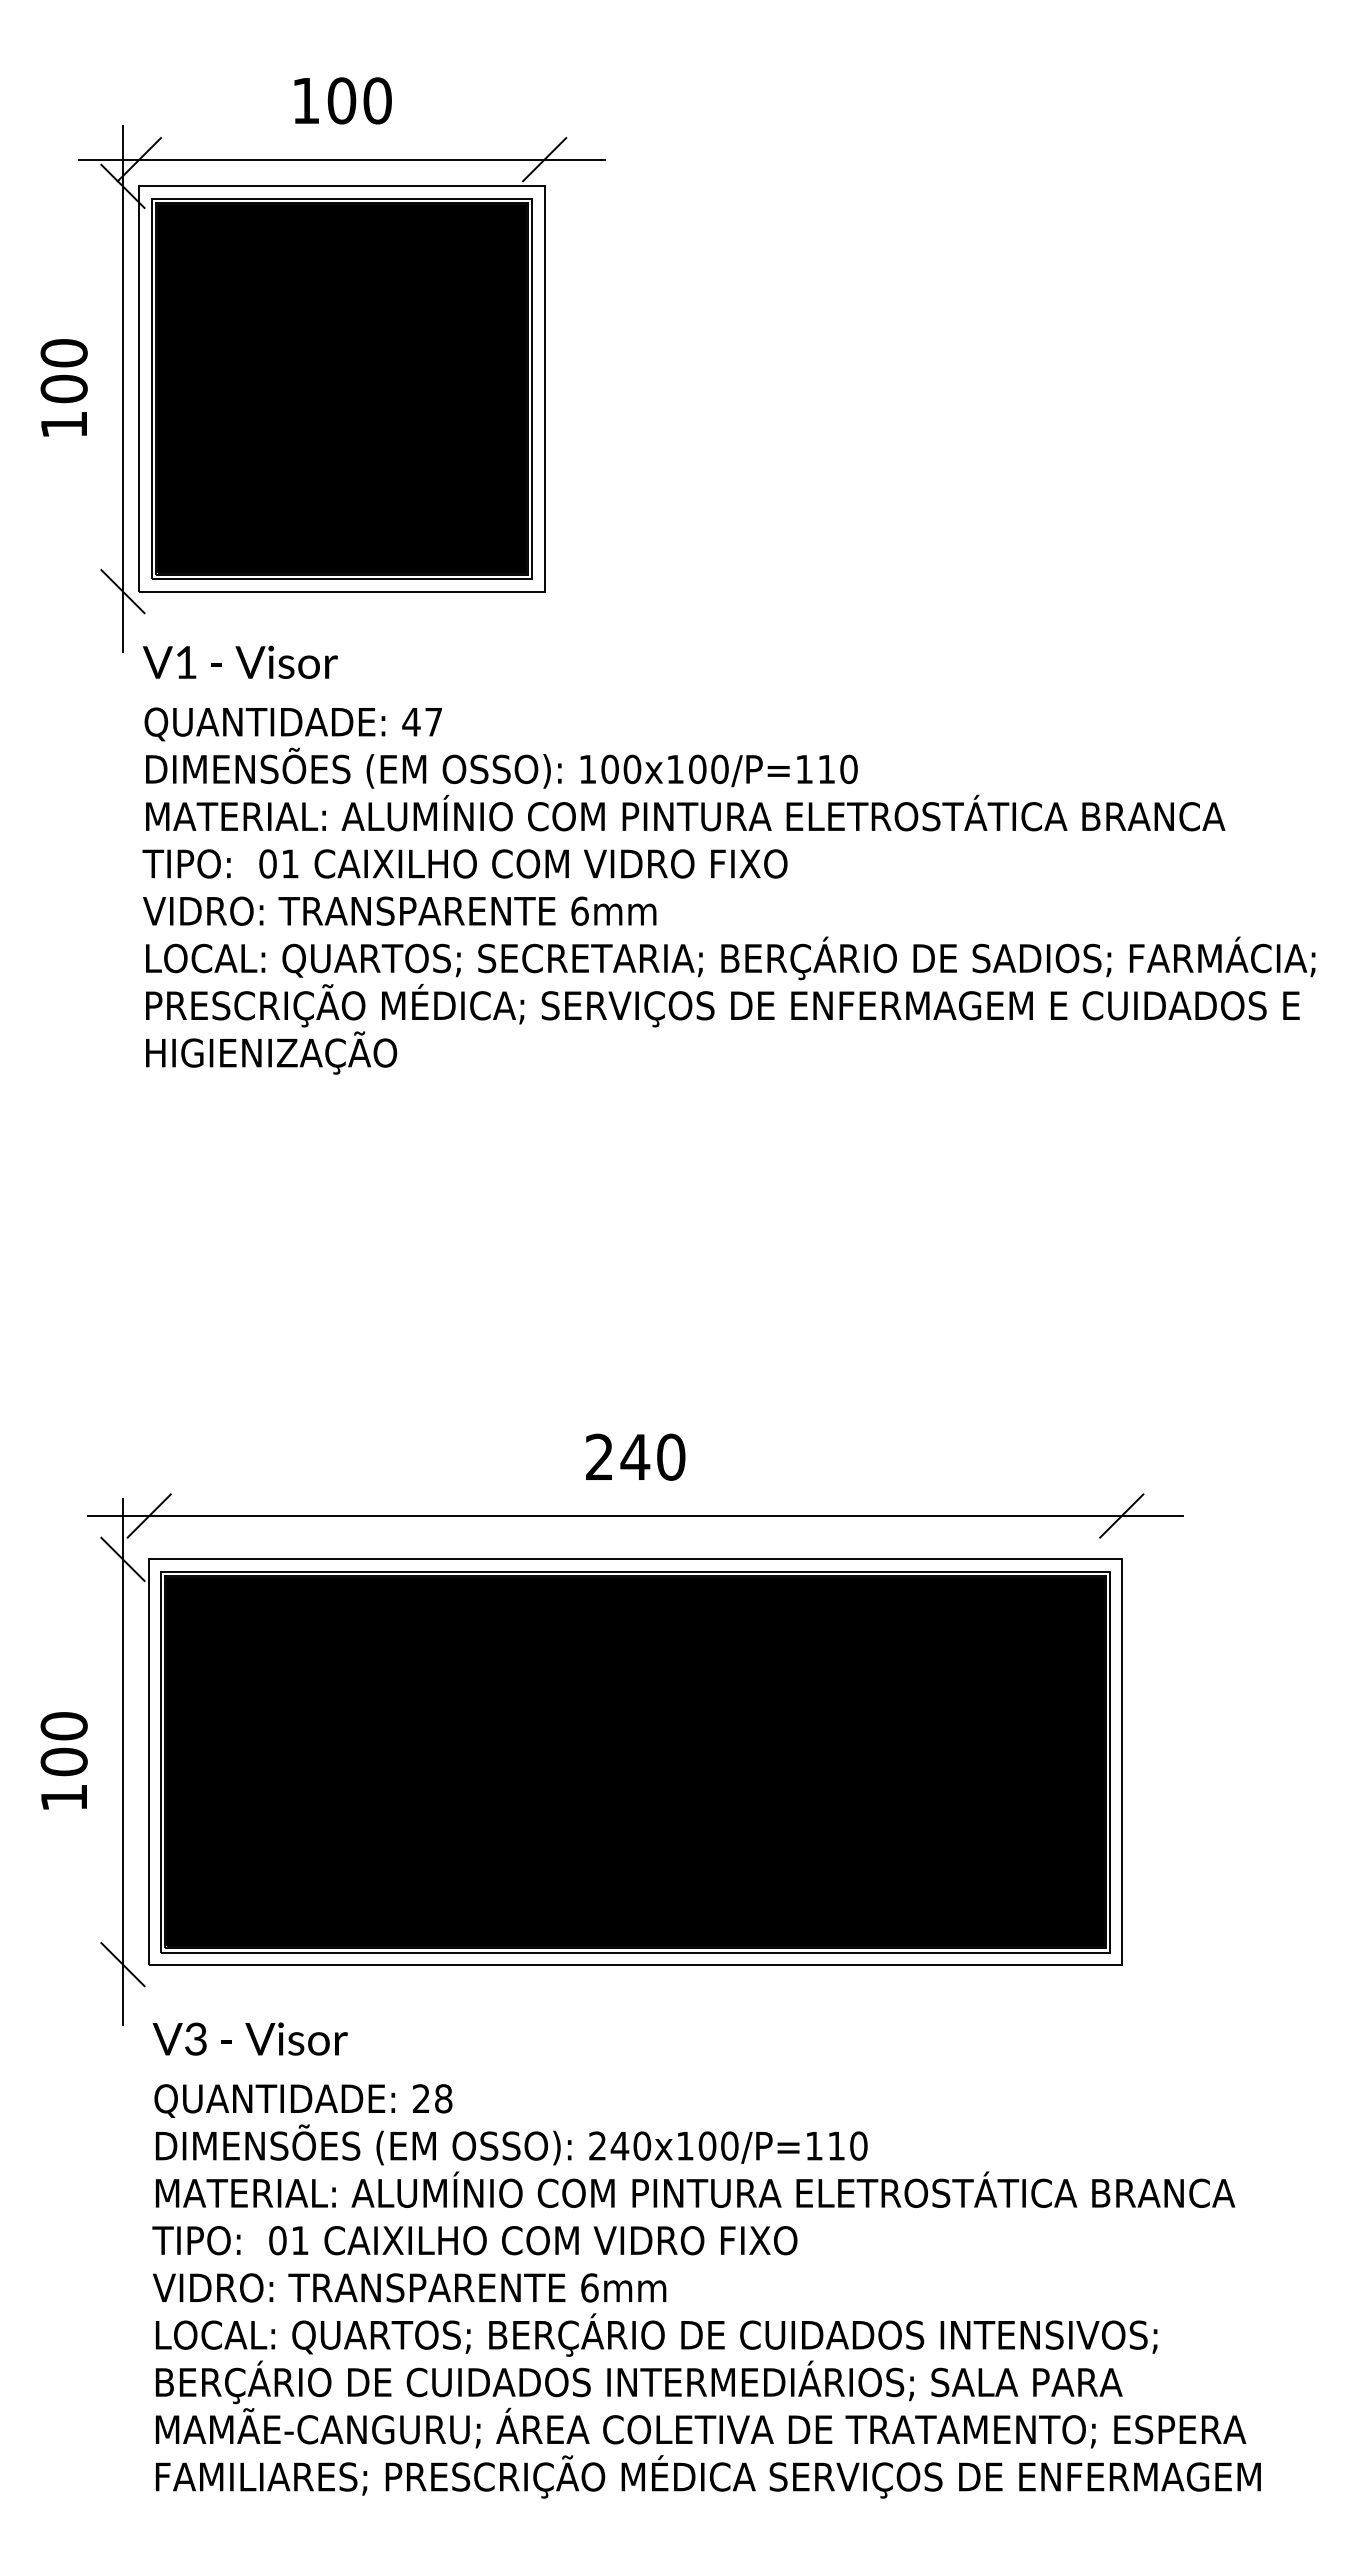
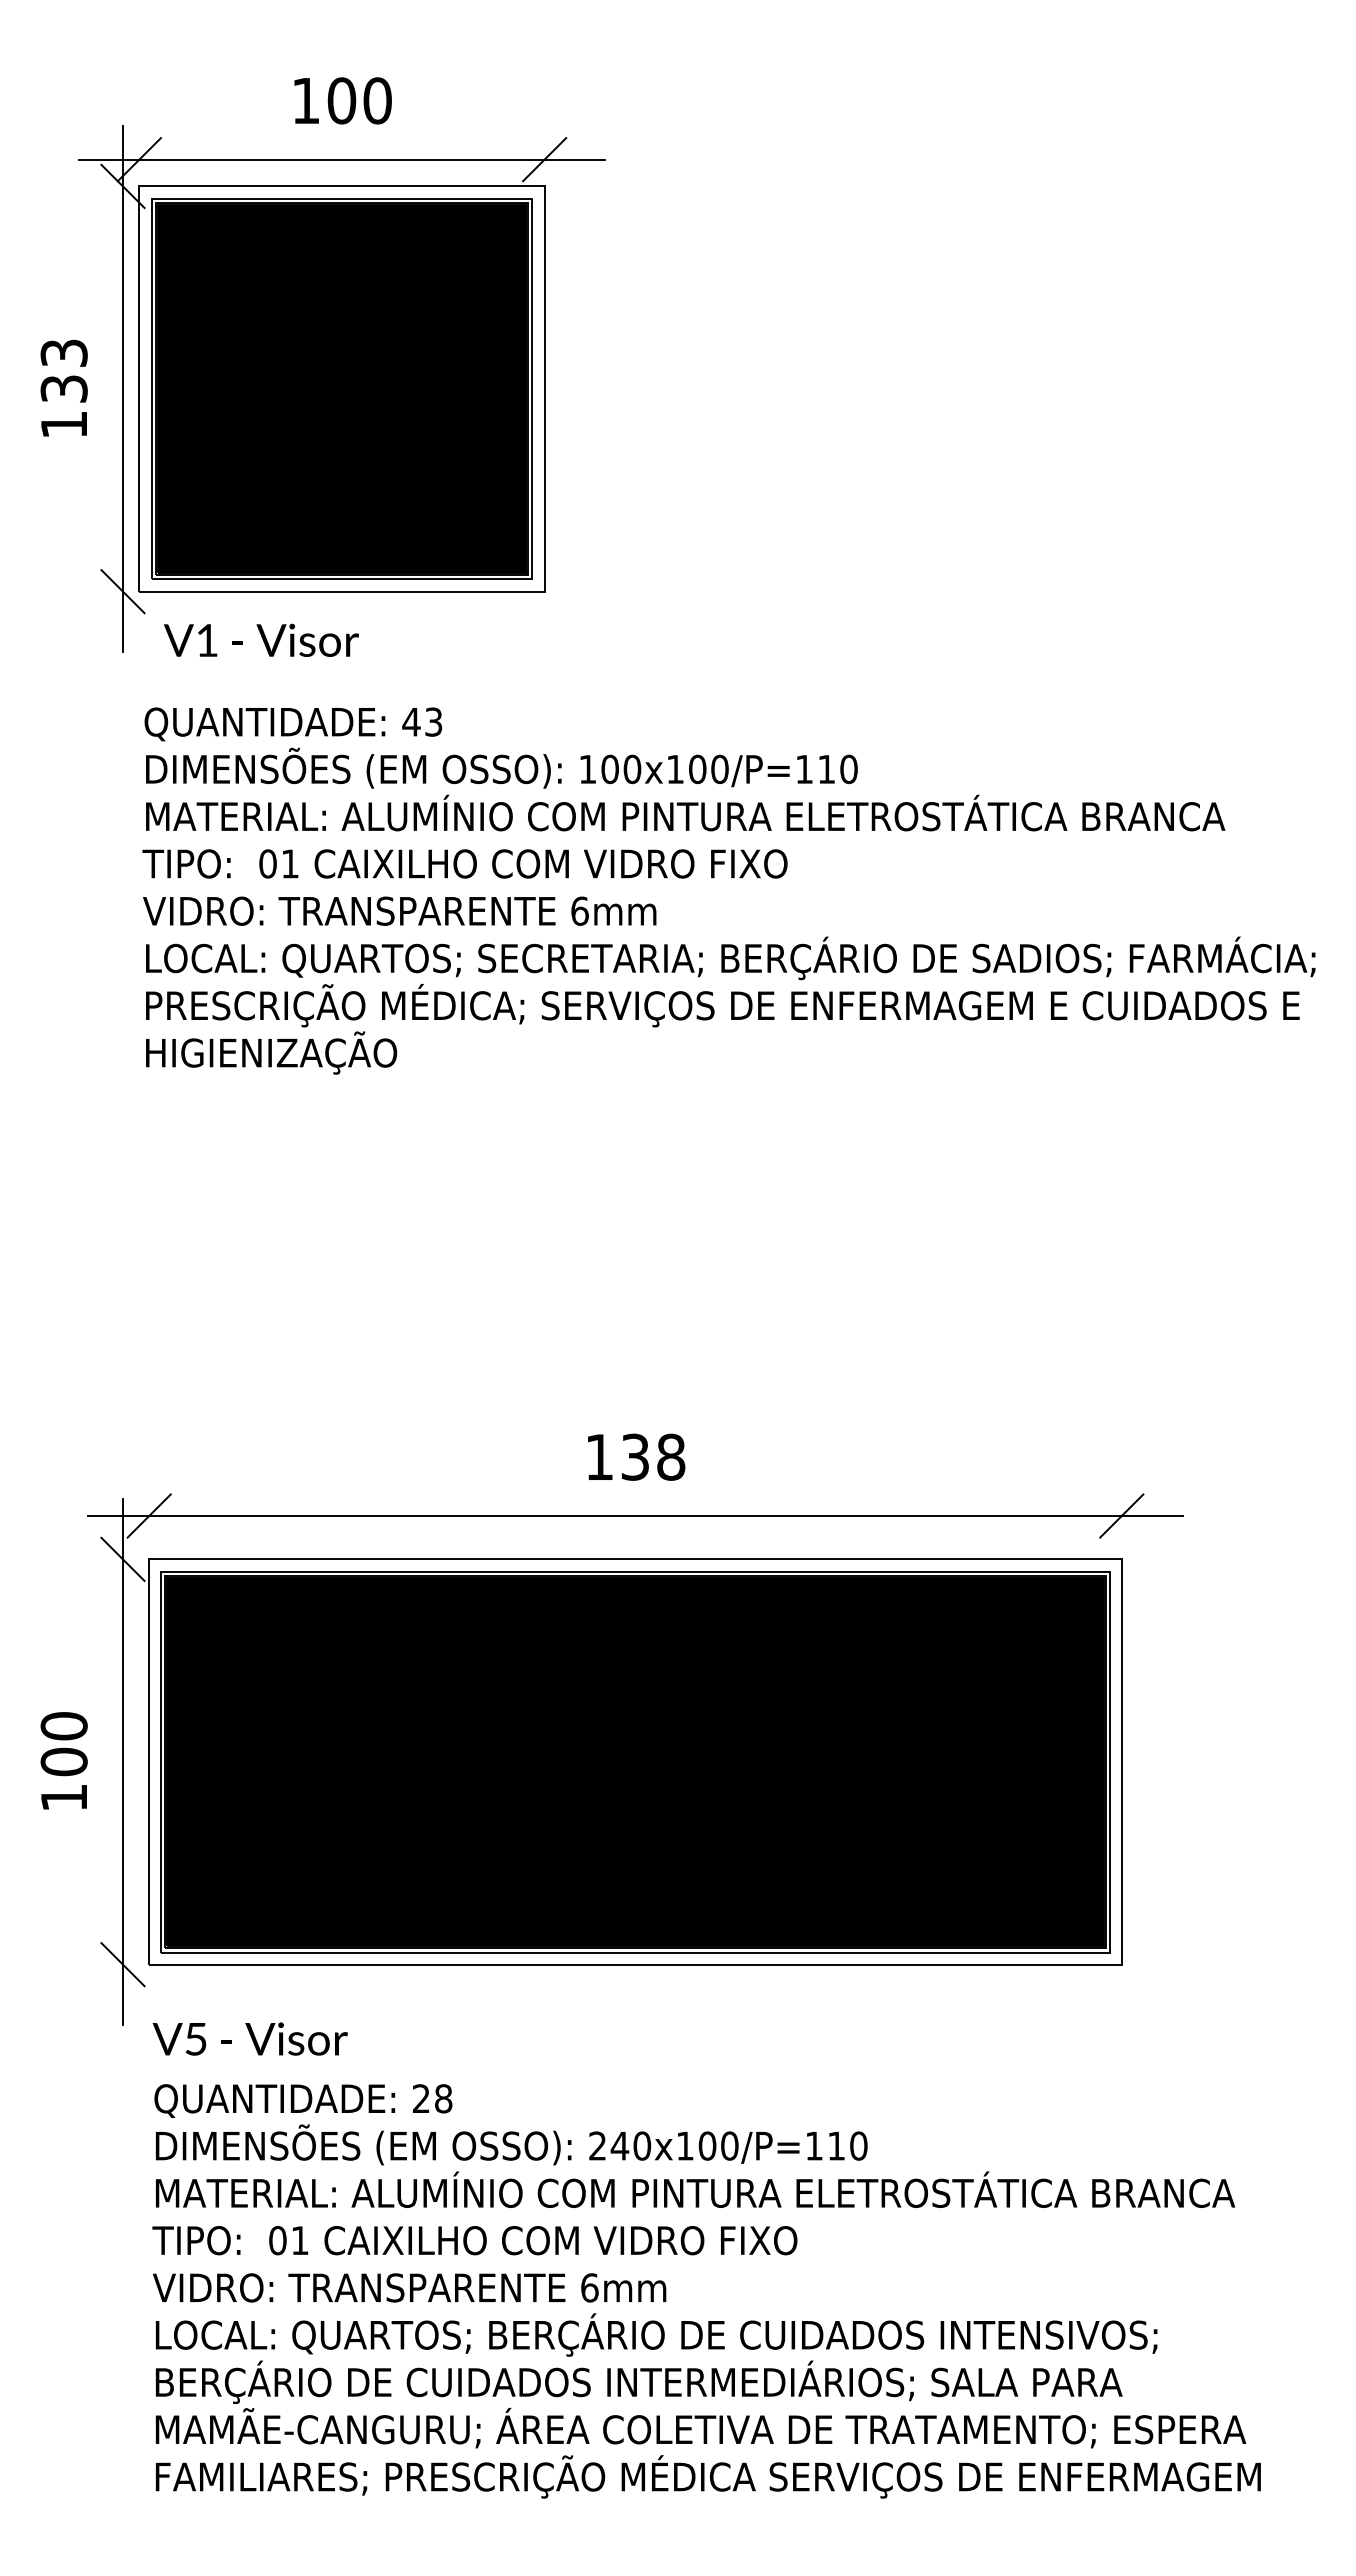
text at (63, 371): 100 -> 133
text at (240, 661) position: (240, 661) -> (261, 639)
text at (433, 721): 47 -> 43
text at (635, 1456): 240 -> 138
text at (195, 2038): V3 -> V5
